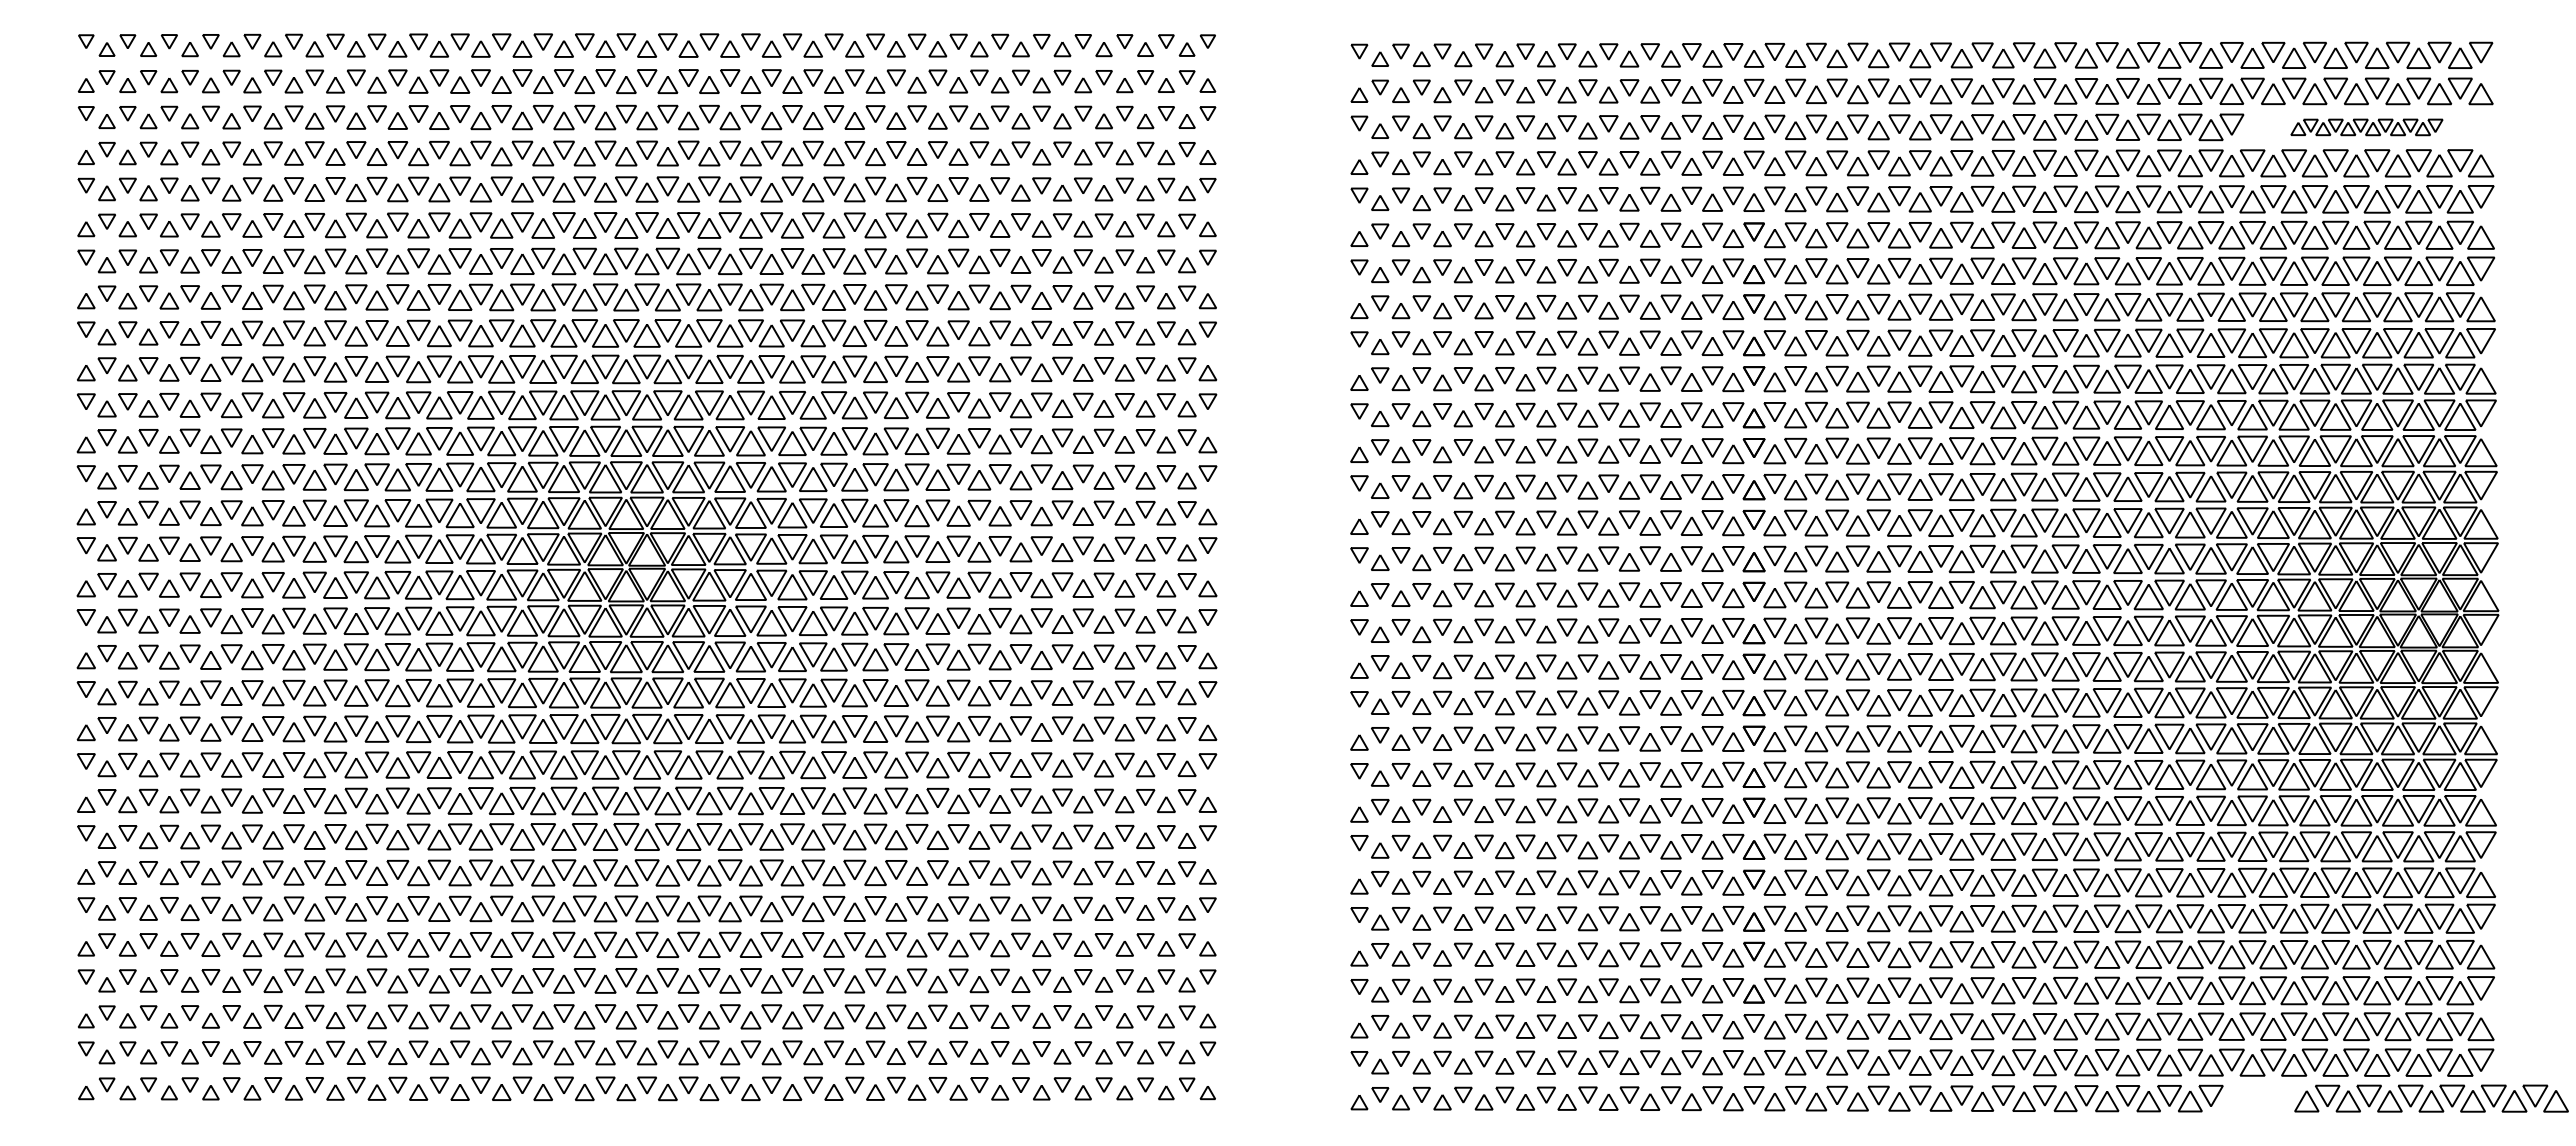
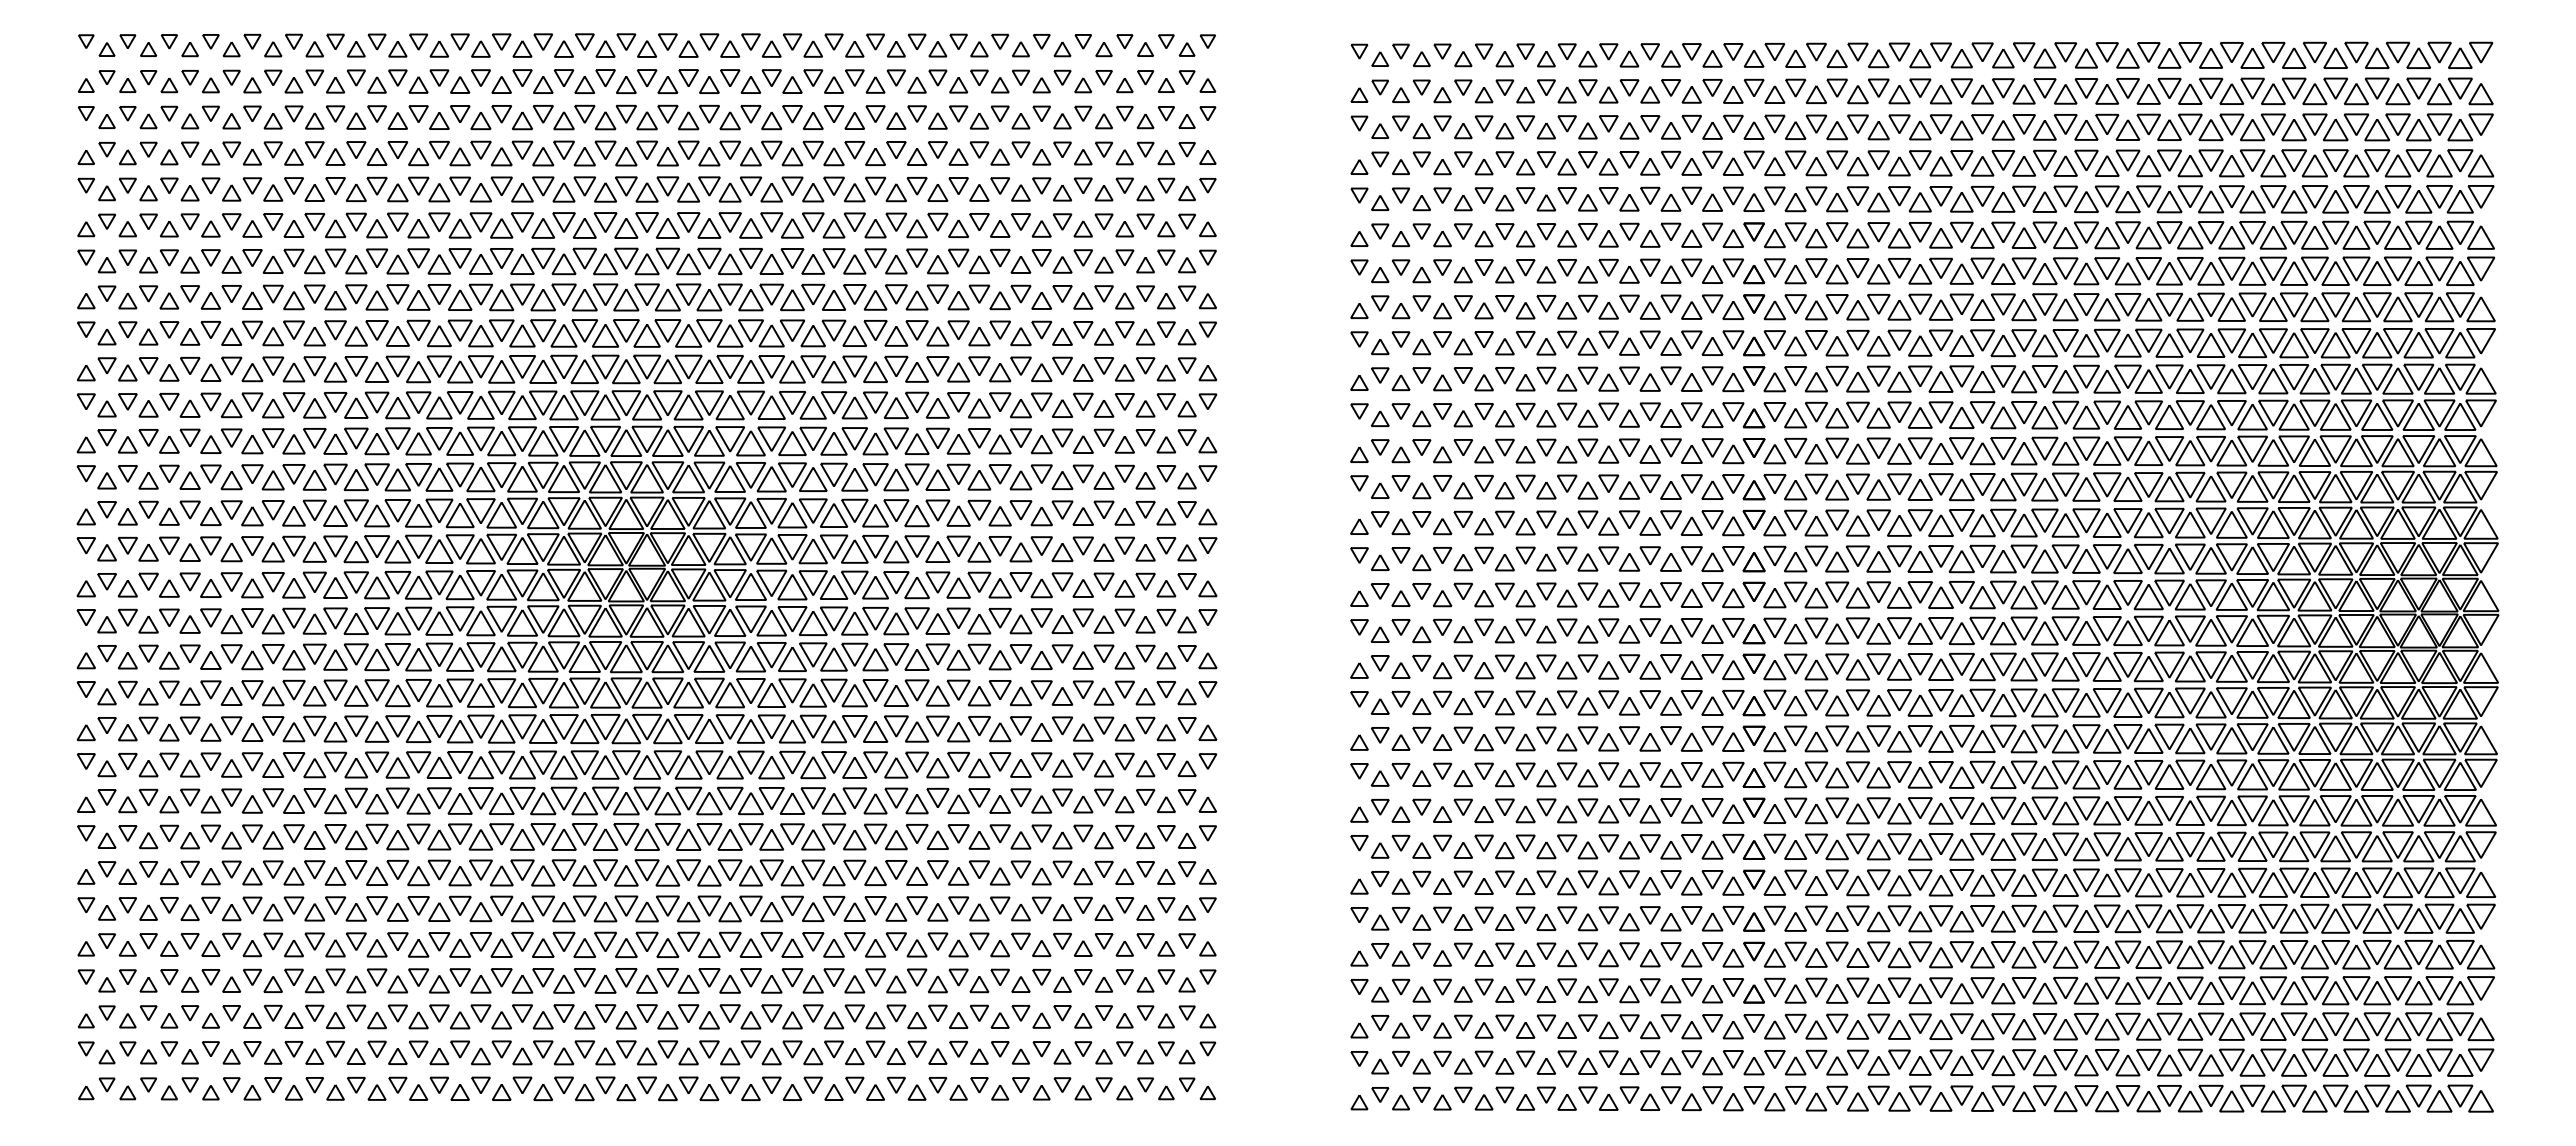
part at (2366, 127) size: 154x19 px -> 254x29 px
part at (2431, 1098) position: (2431, 1098) -> (2356, 1098)
